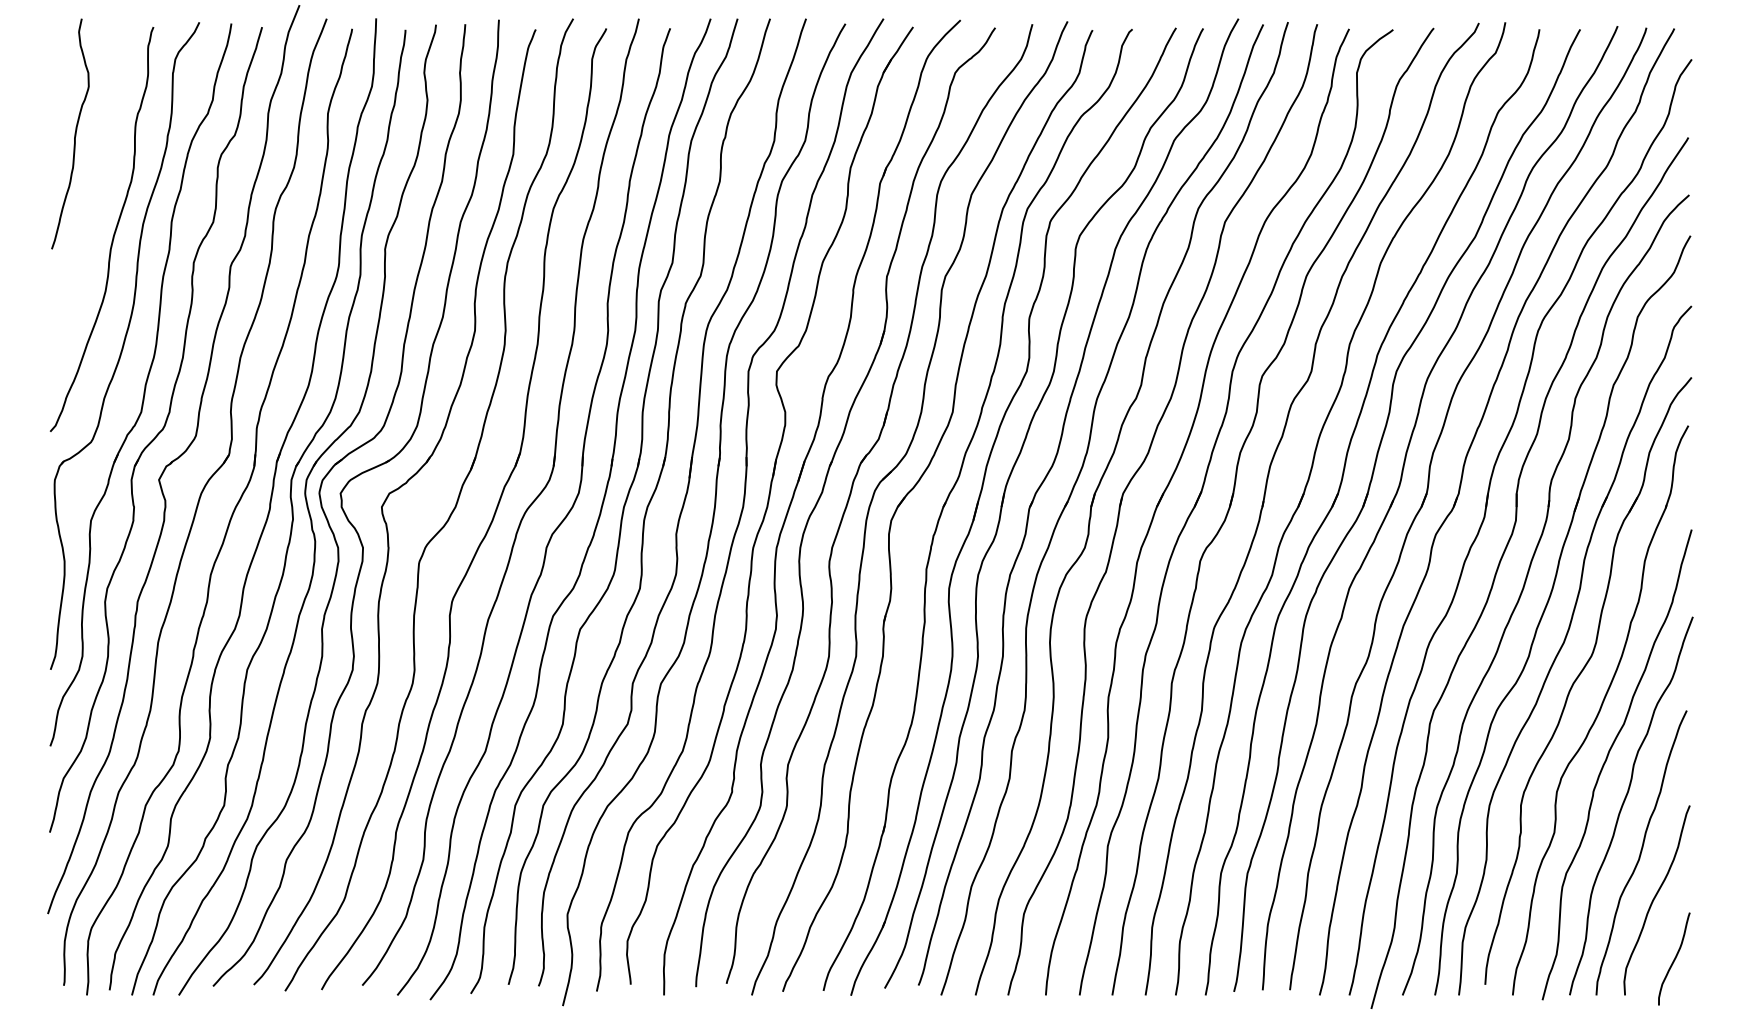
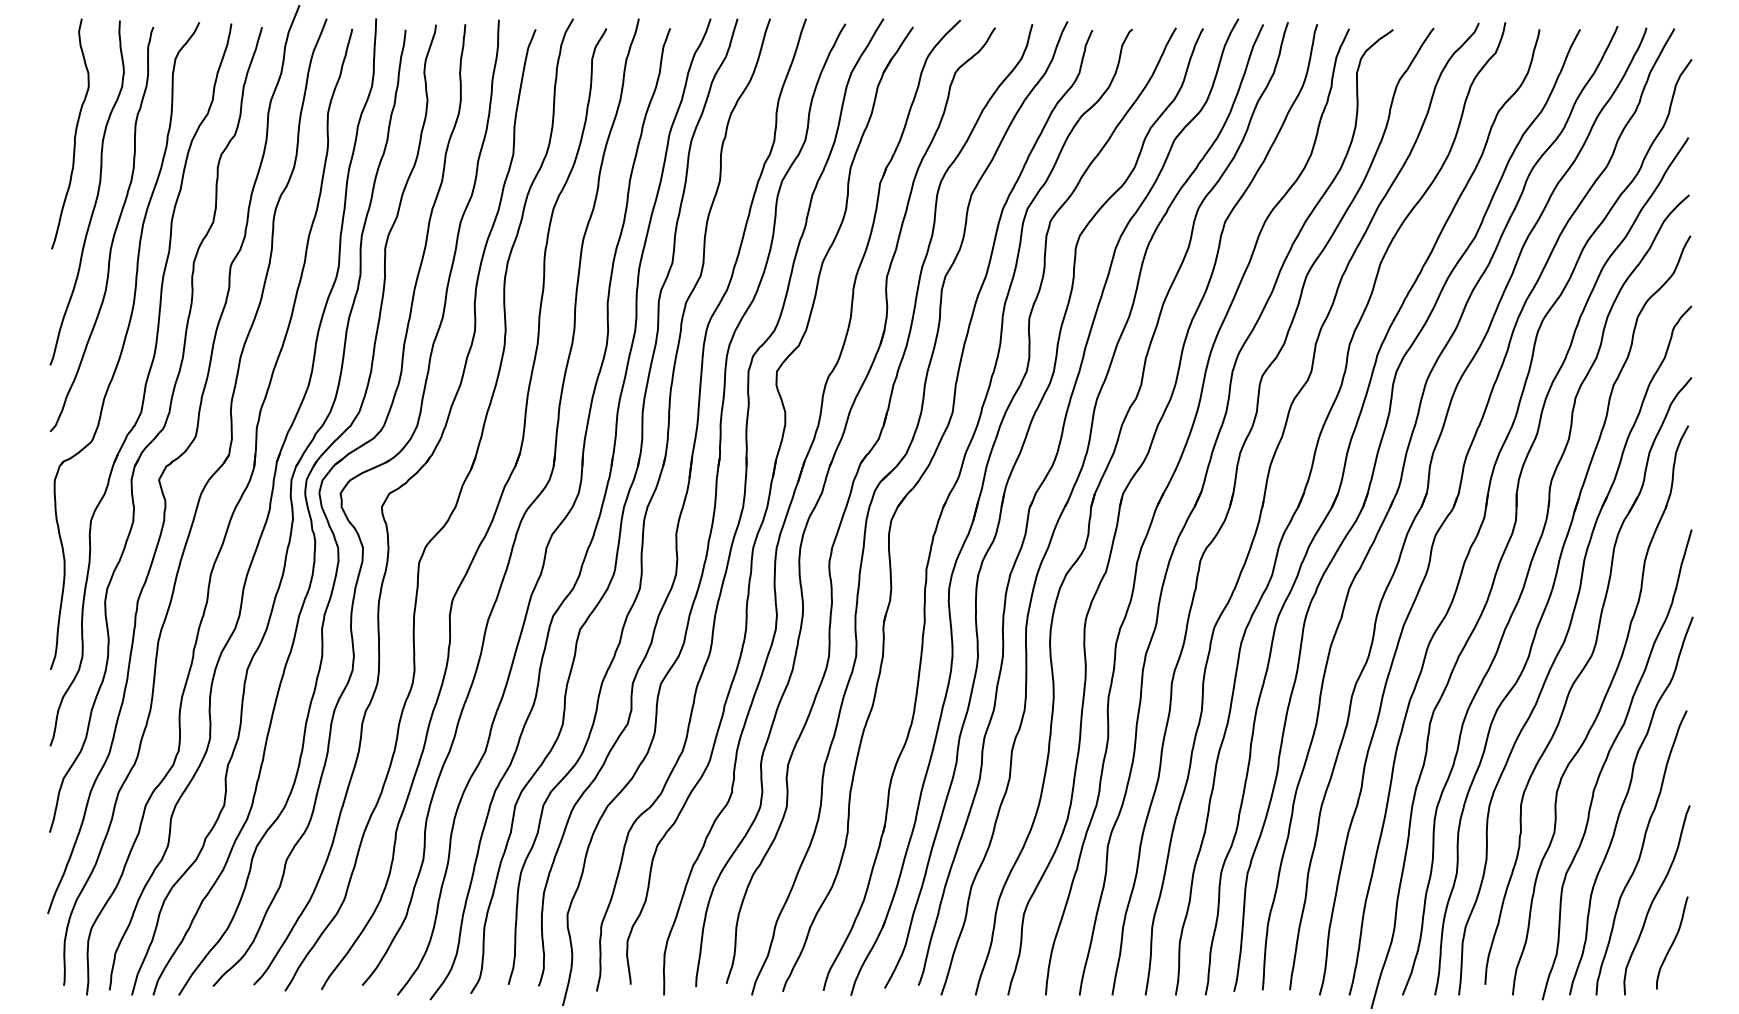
curve at (96, 195): none -> present
curve at (1674, 958) position: (1674, 958) -> (1672, 942)
